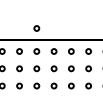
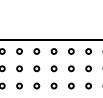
circle at (36, 28): present -> none
